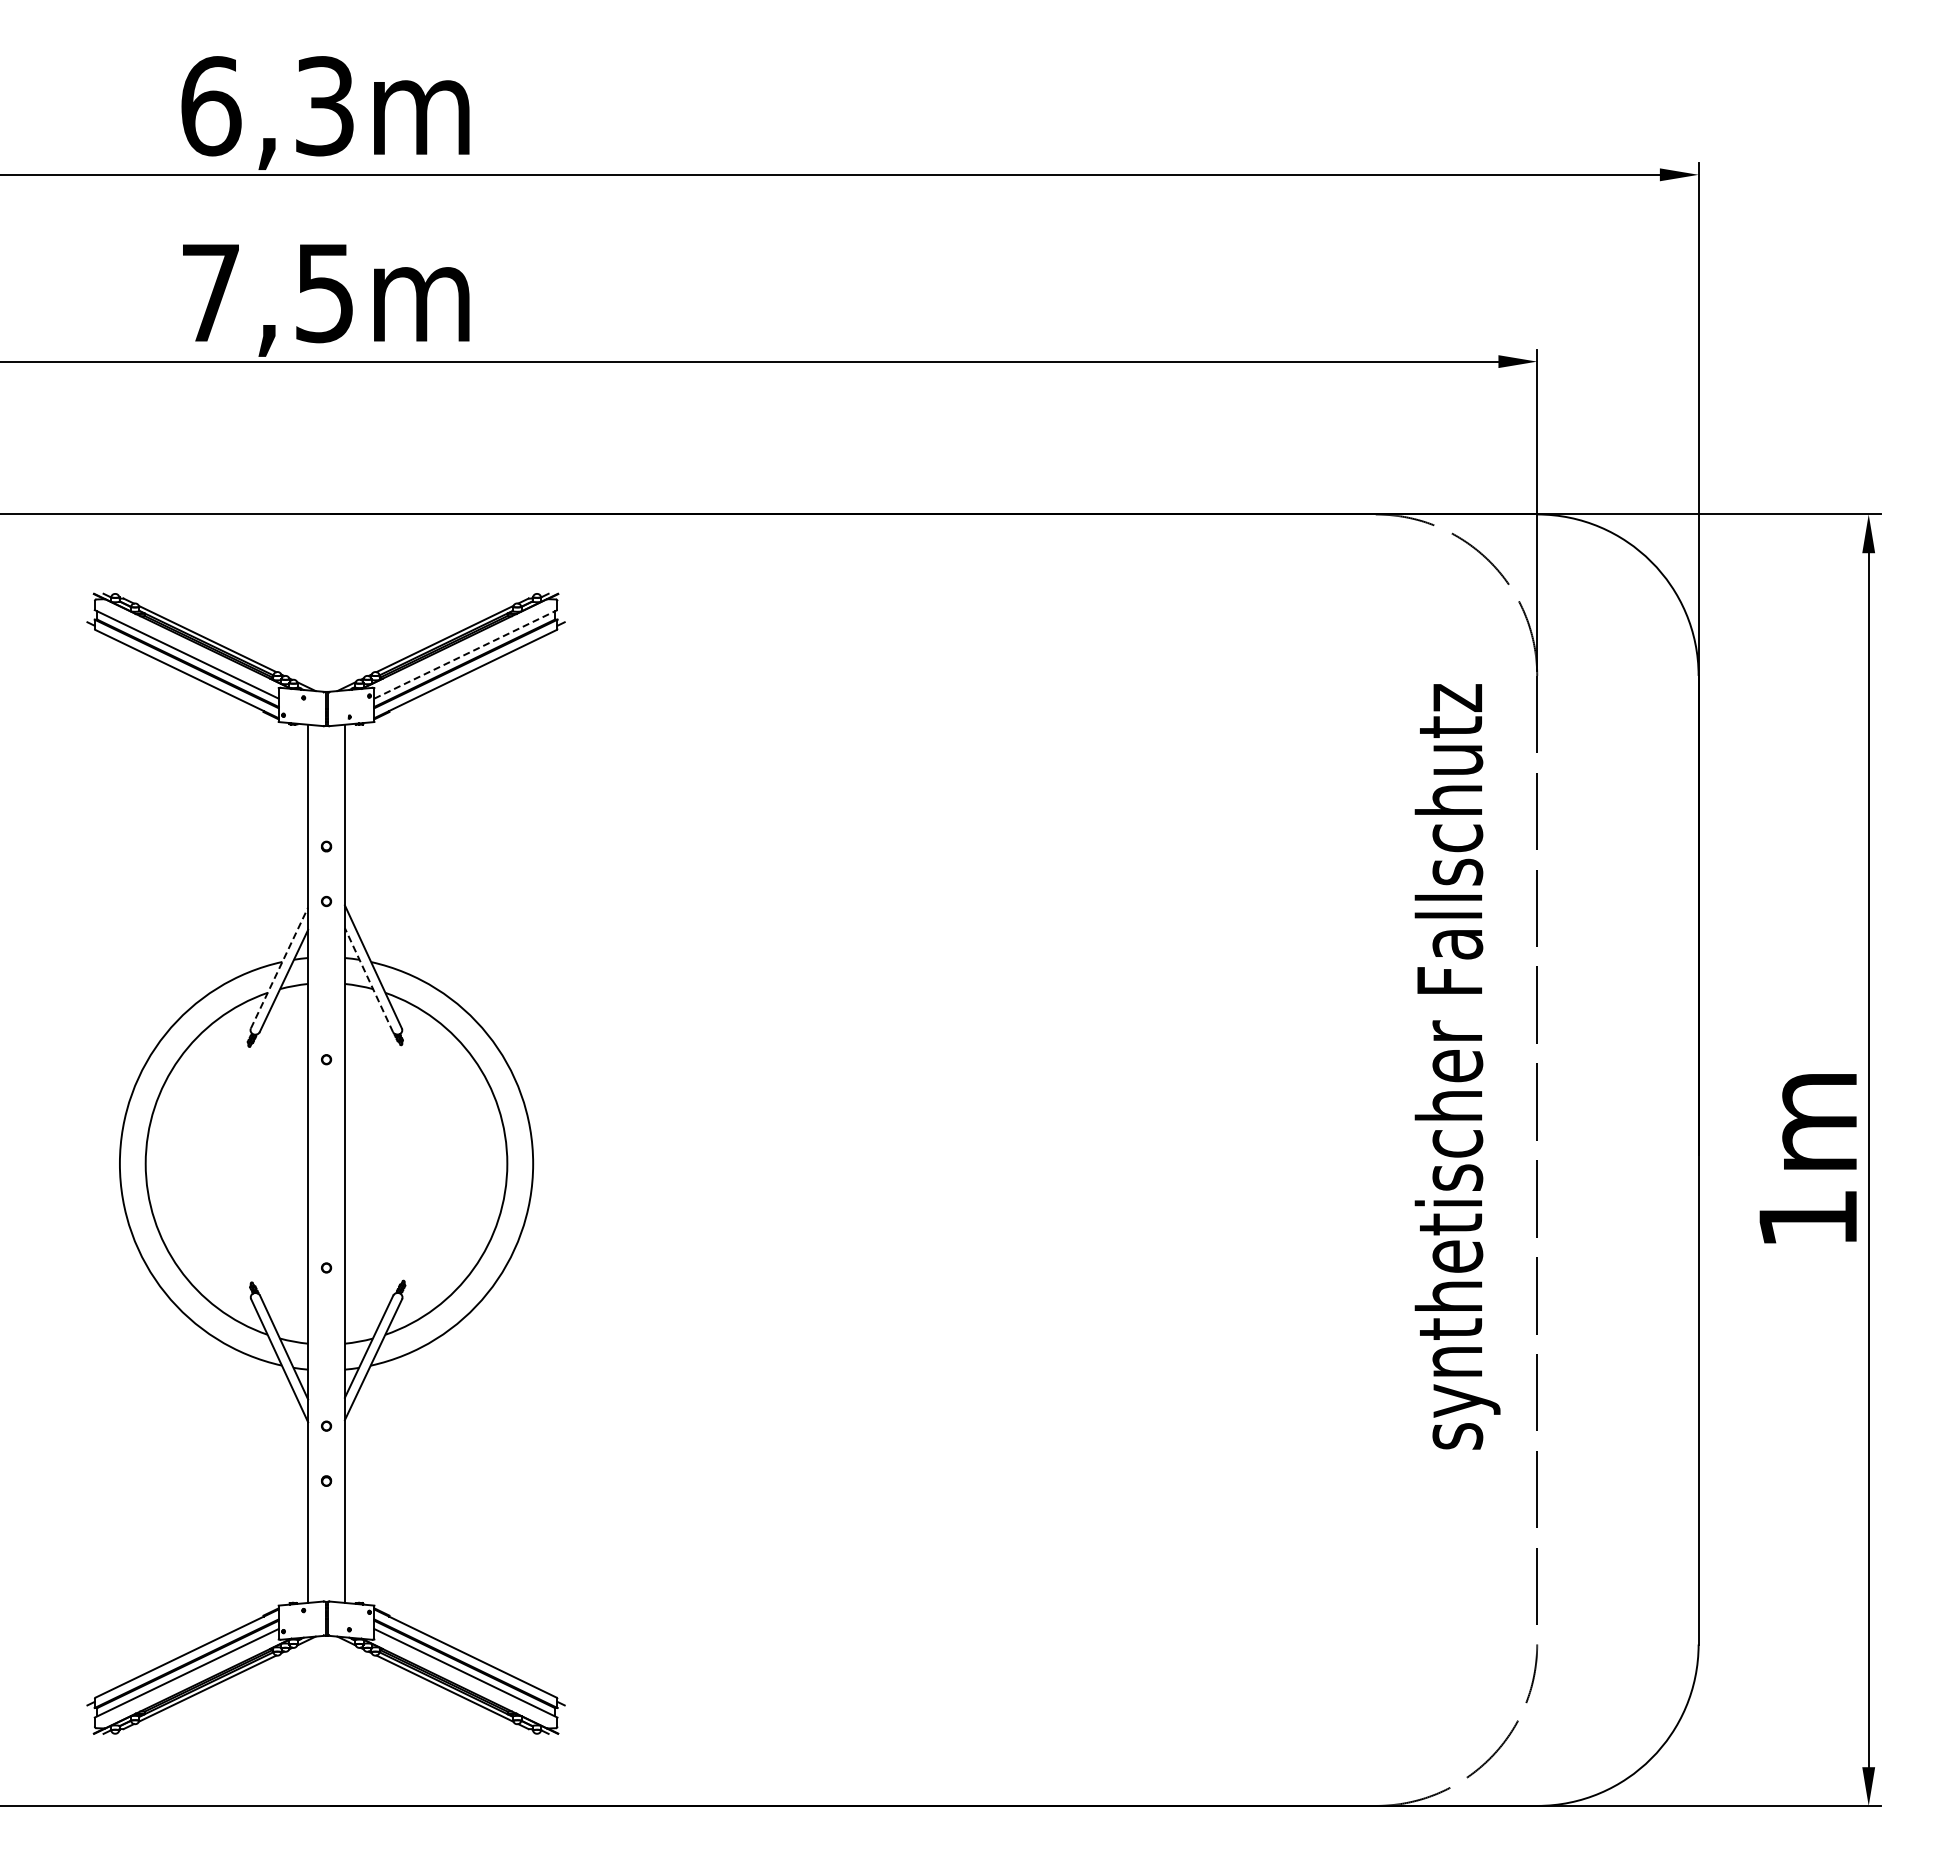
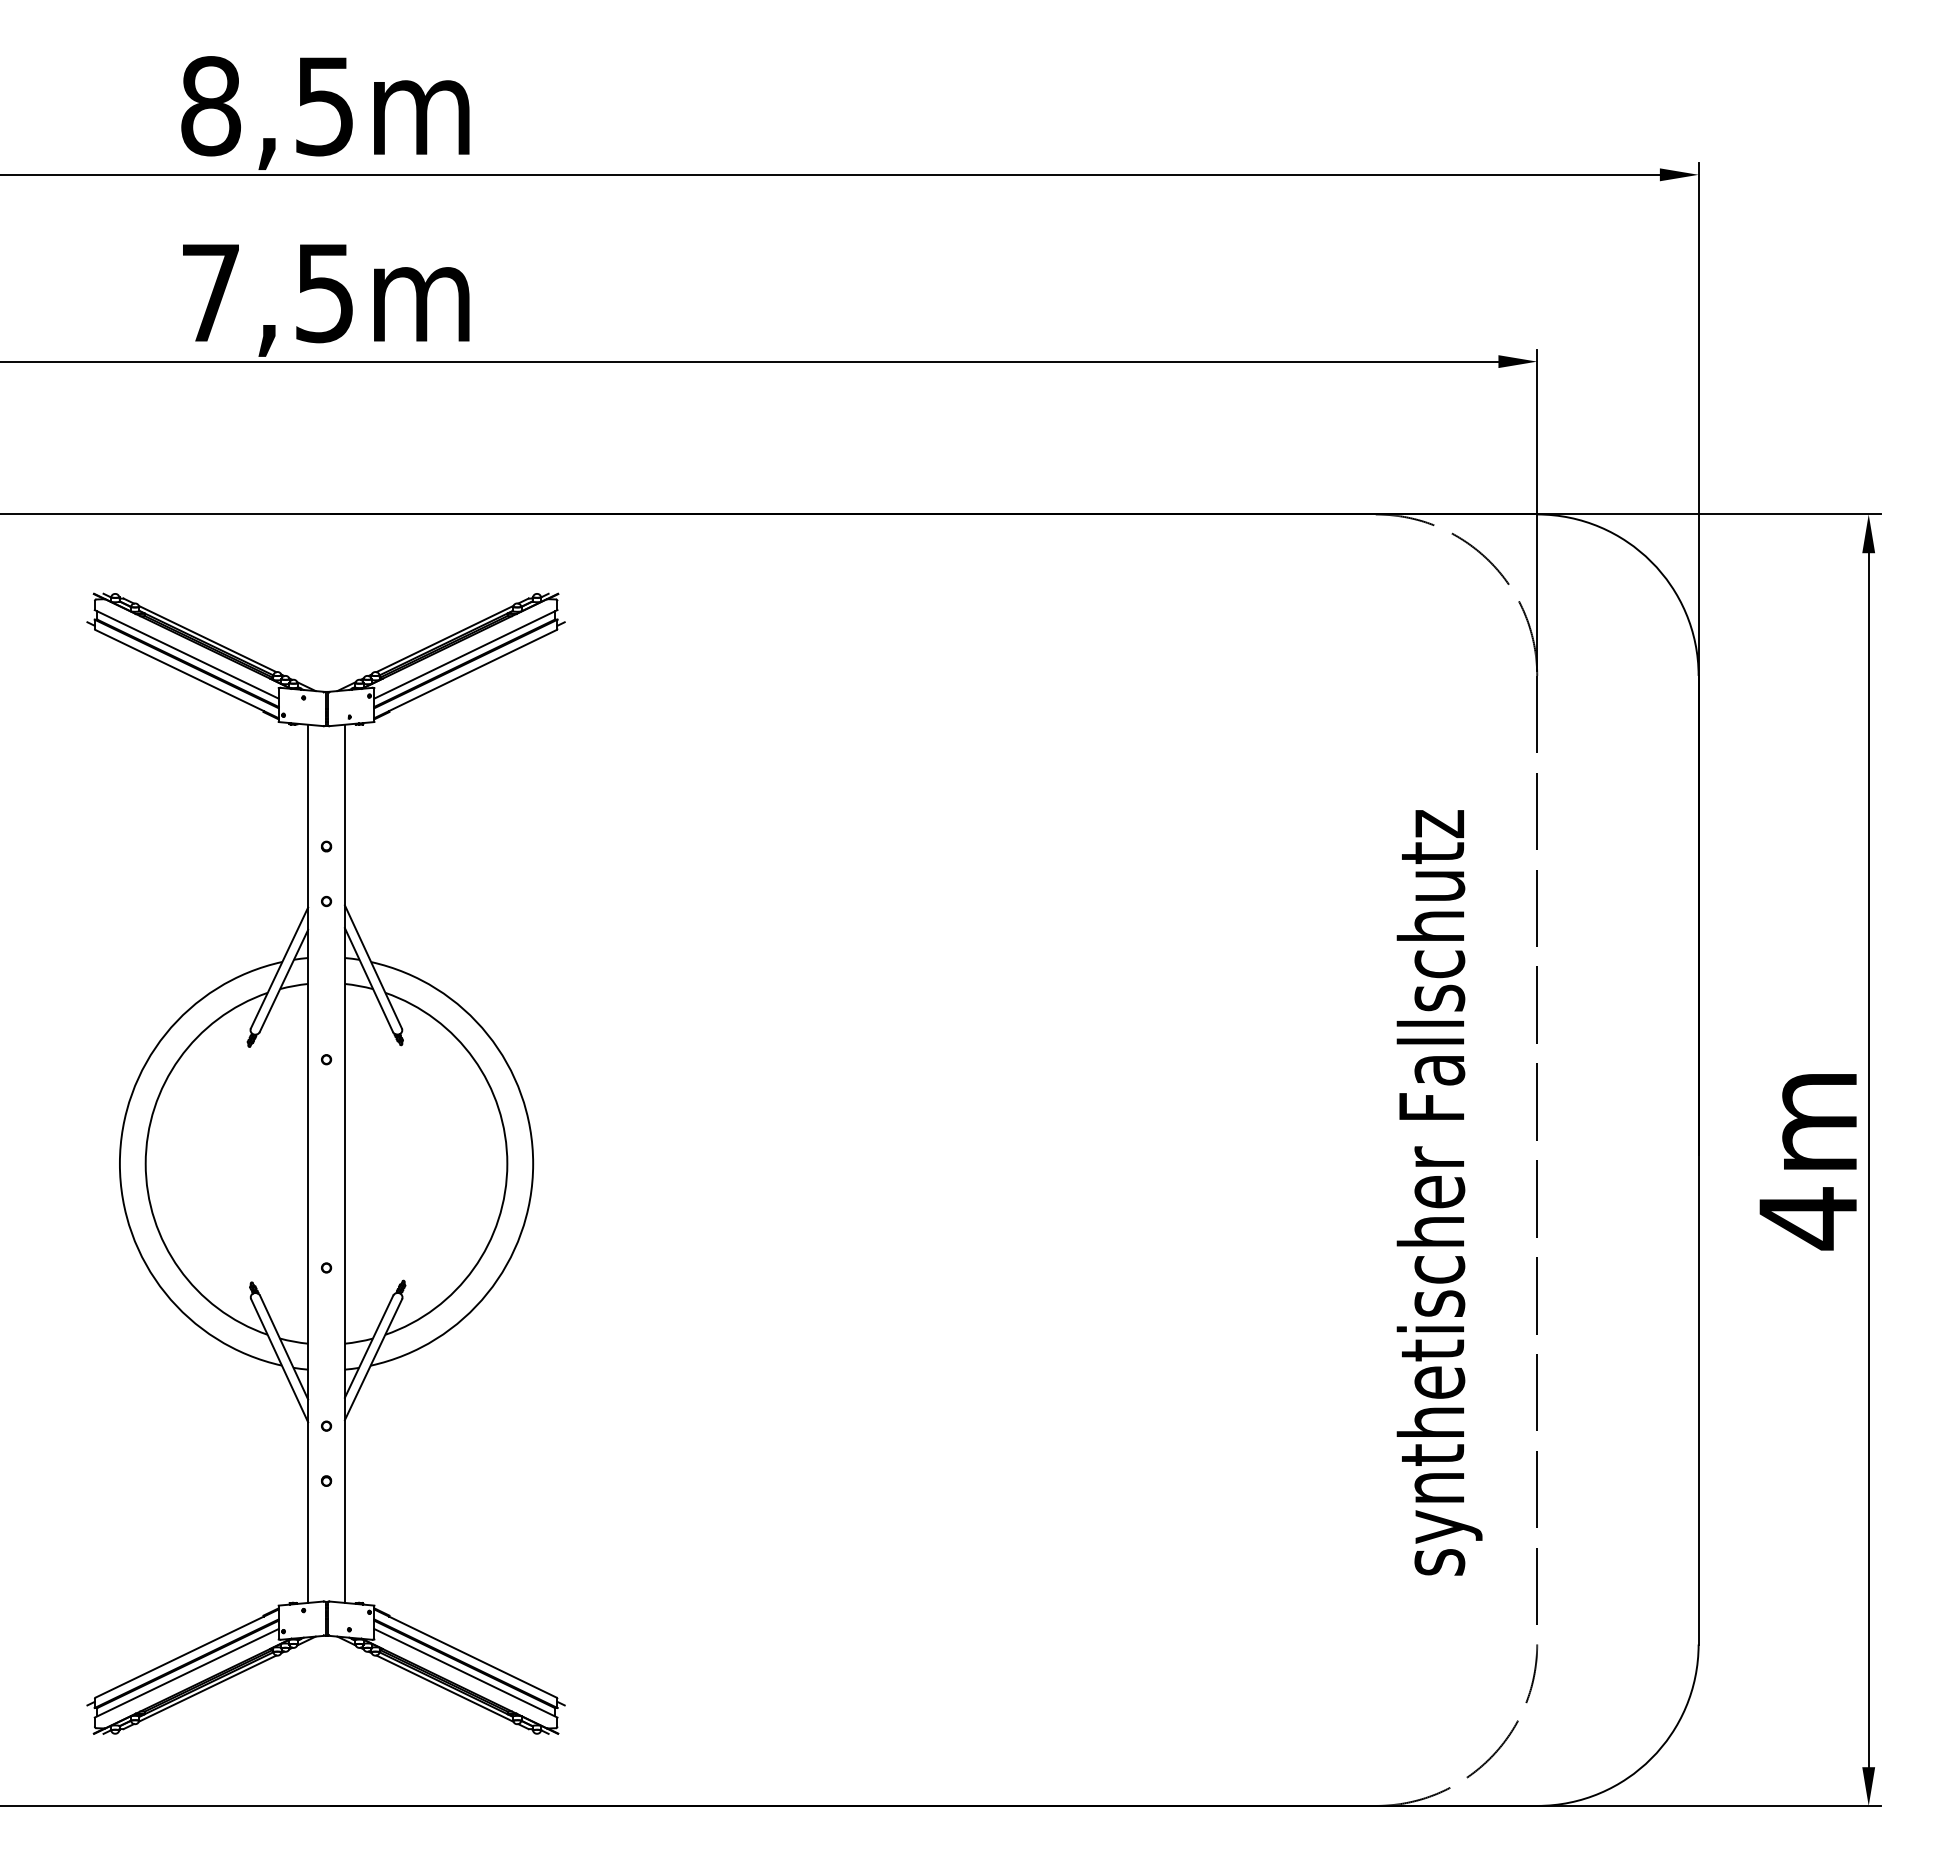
text at (267, 106): 6,3m -> 8,5m
line at (465, 654): dashed -> solid
line at (279, 968): dashed -> solid
line at (368, 979): dashed -> solid
text at (1457, 1066) position: (1457, 1066) -> (1439, 1192)
text at (1807, 1218): 1m -> 4m
